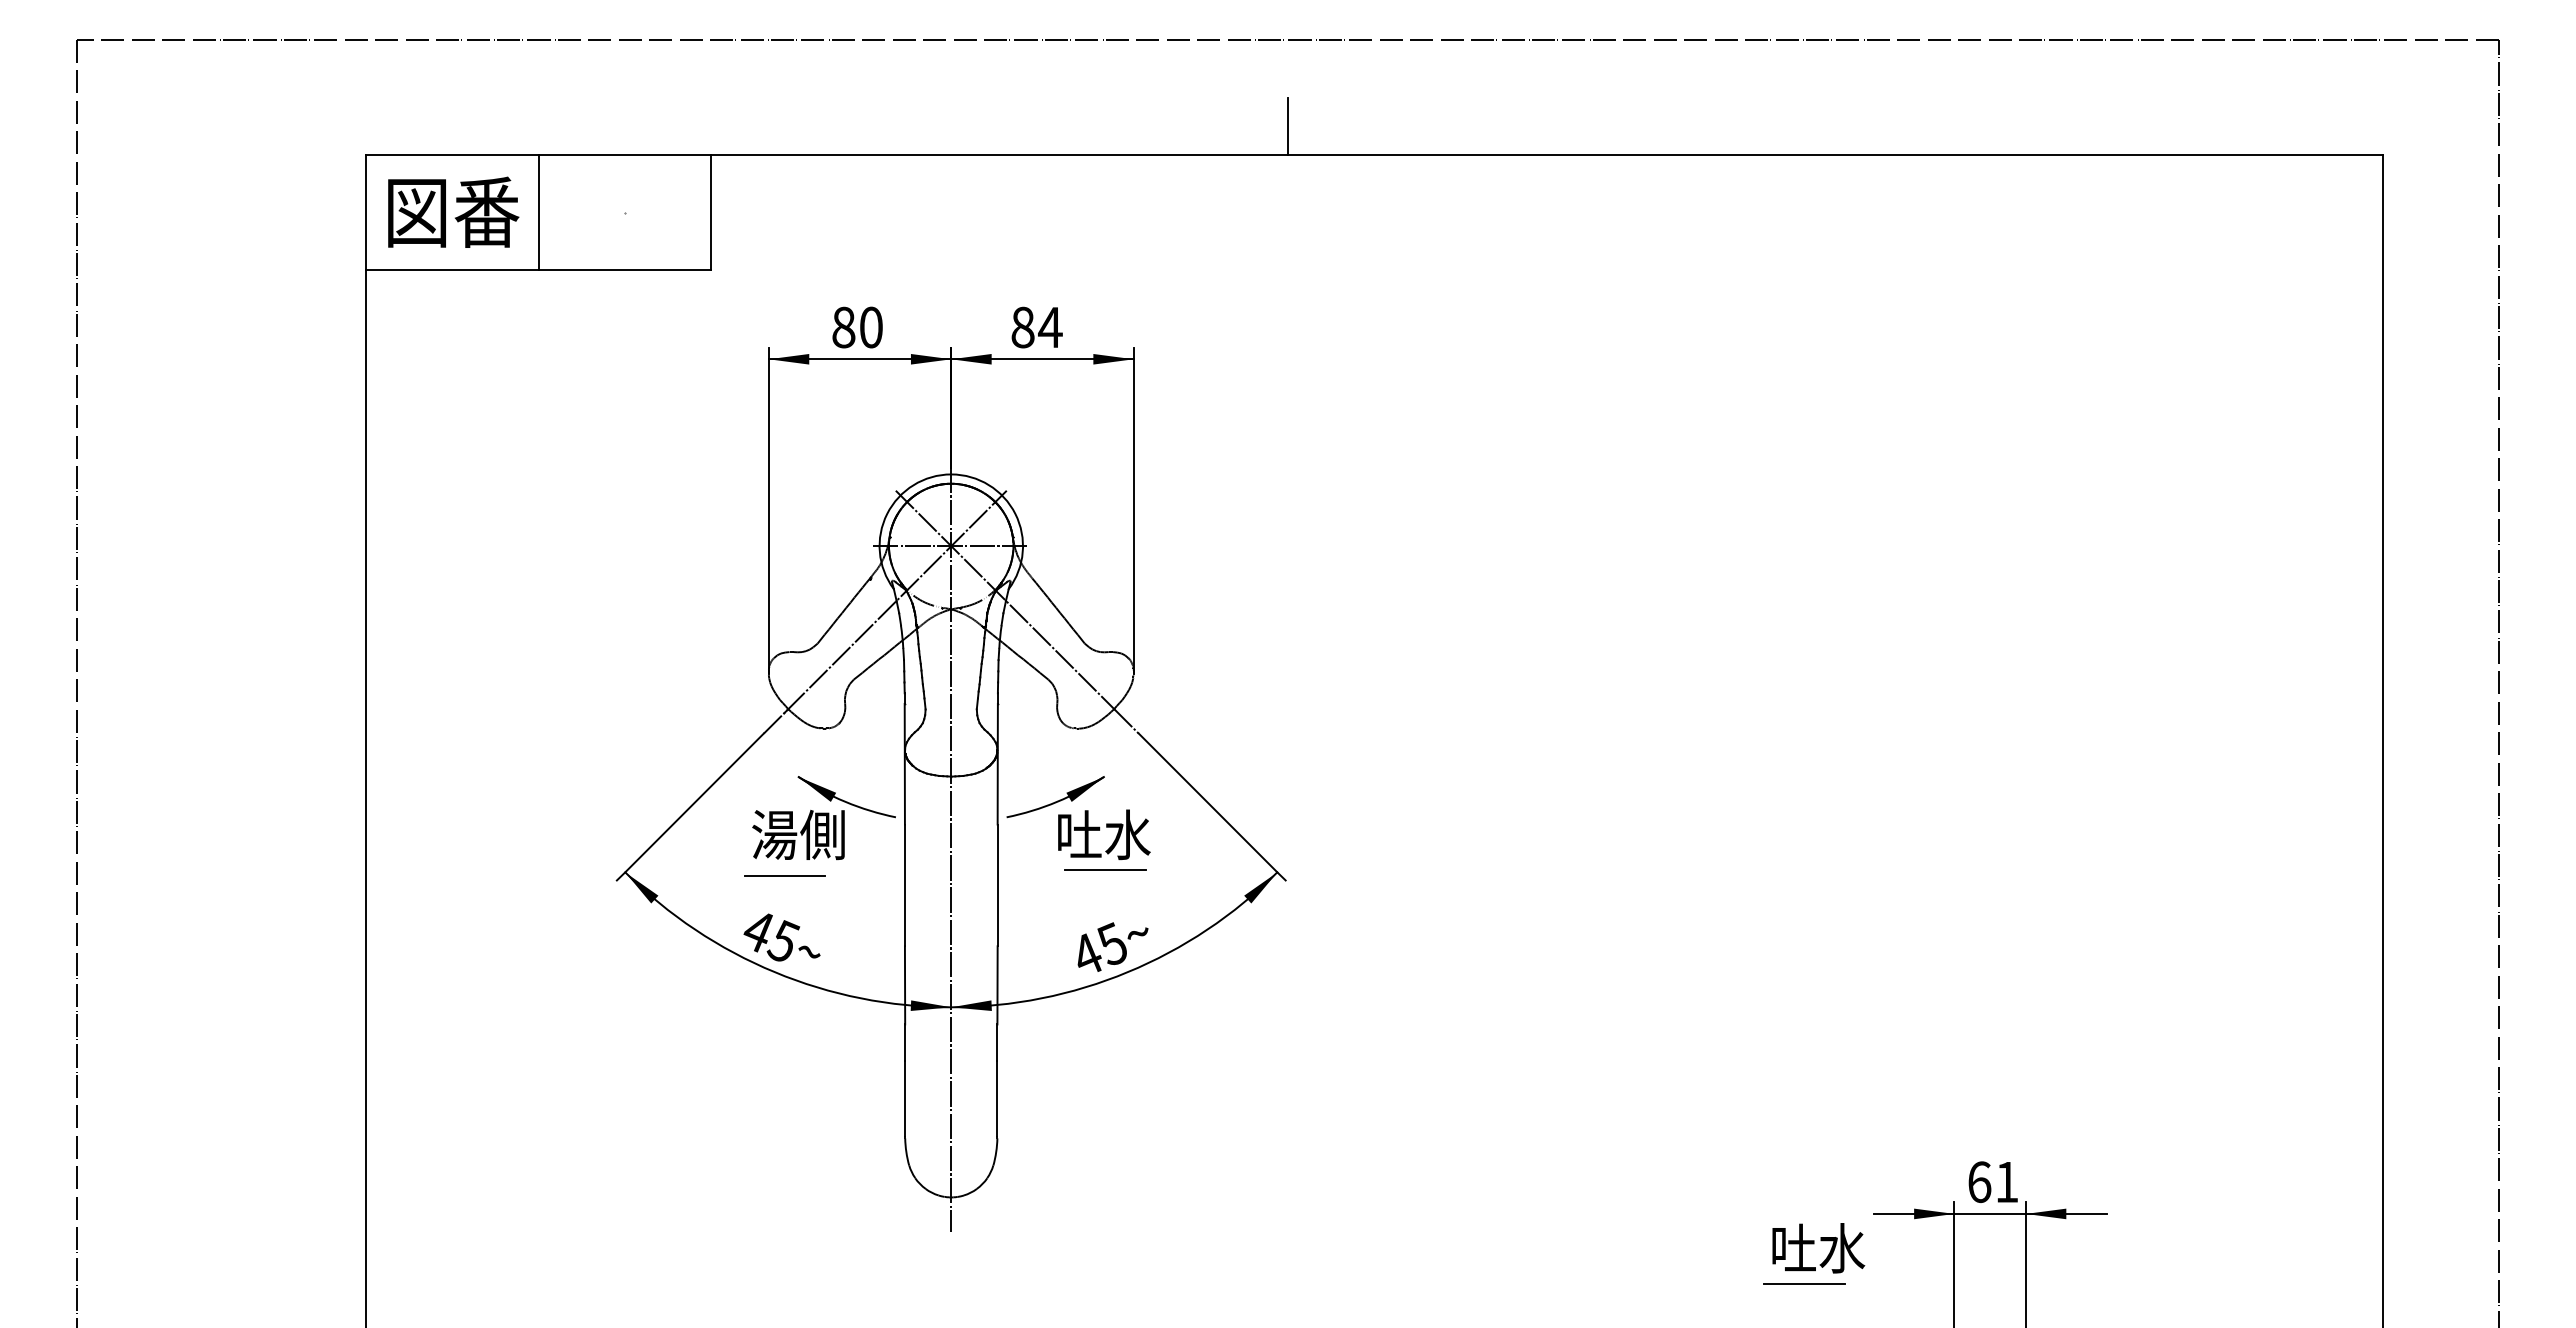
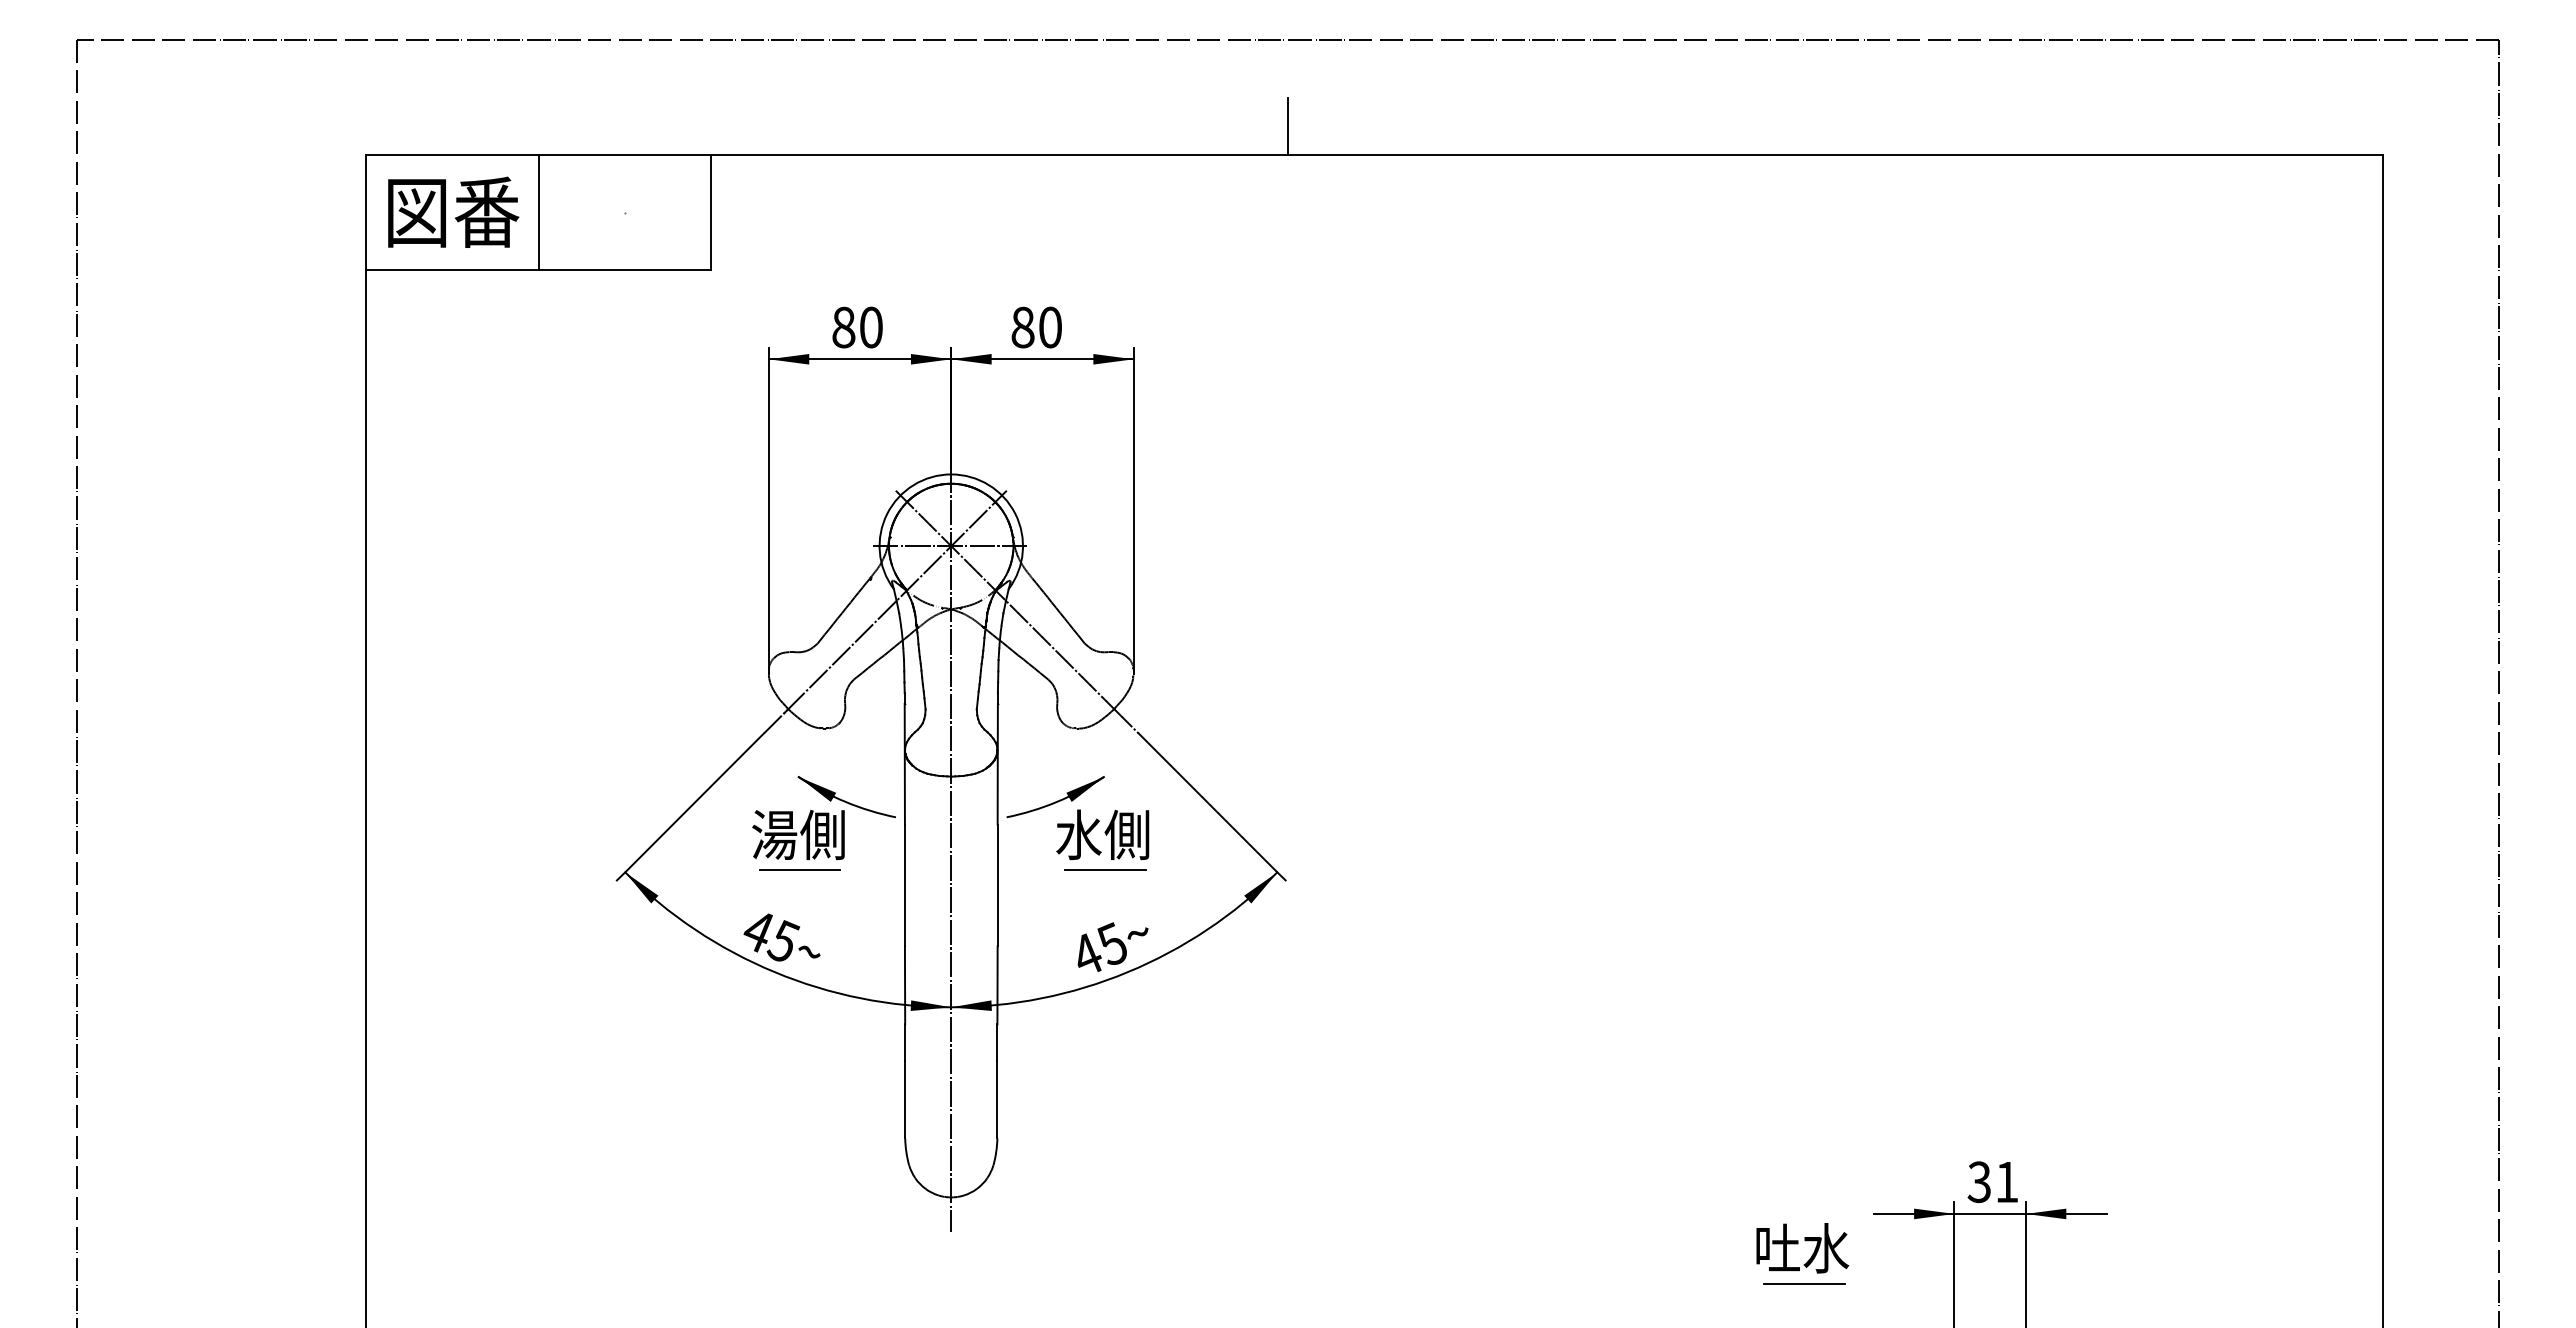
text at (1050, 327): 84 -> 80
text at (1103, 834): 吐水 -> 水側
line at (784, 875) position: (784, 875) -> (799, 869)
text at (1979, 1182): 61 -> 31
text at (1818, 1248) position: (1818, 1248) -> (1802, 1248)
